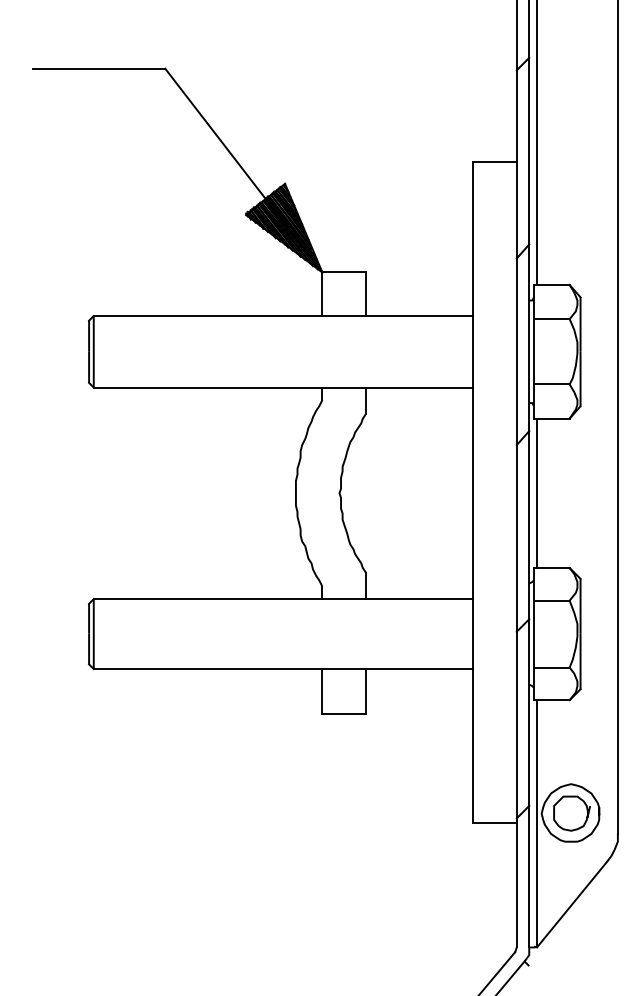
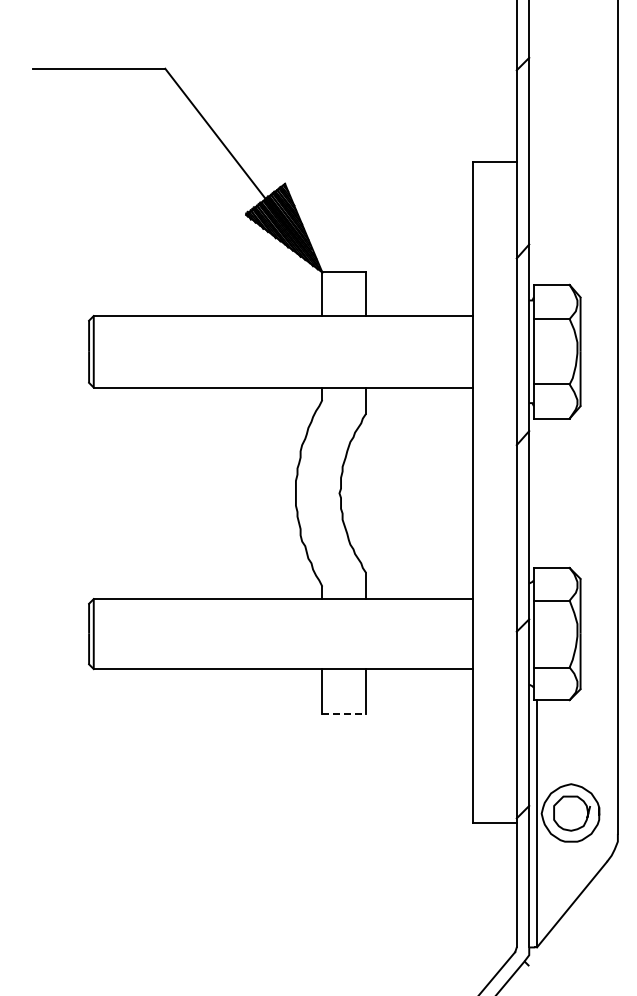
line at (537, 143): present -> none
line at (537, 492): present -> none
line at (344, 714): solid -> dashed
